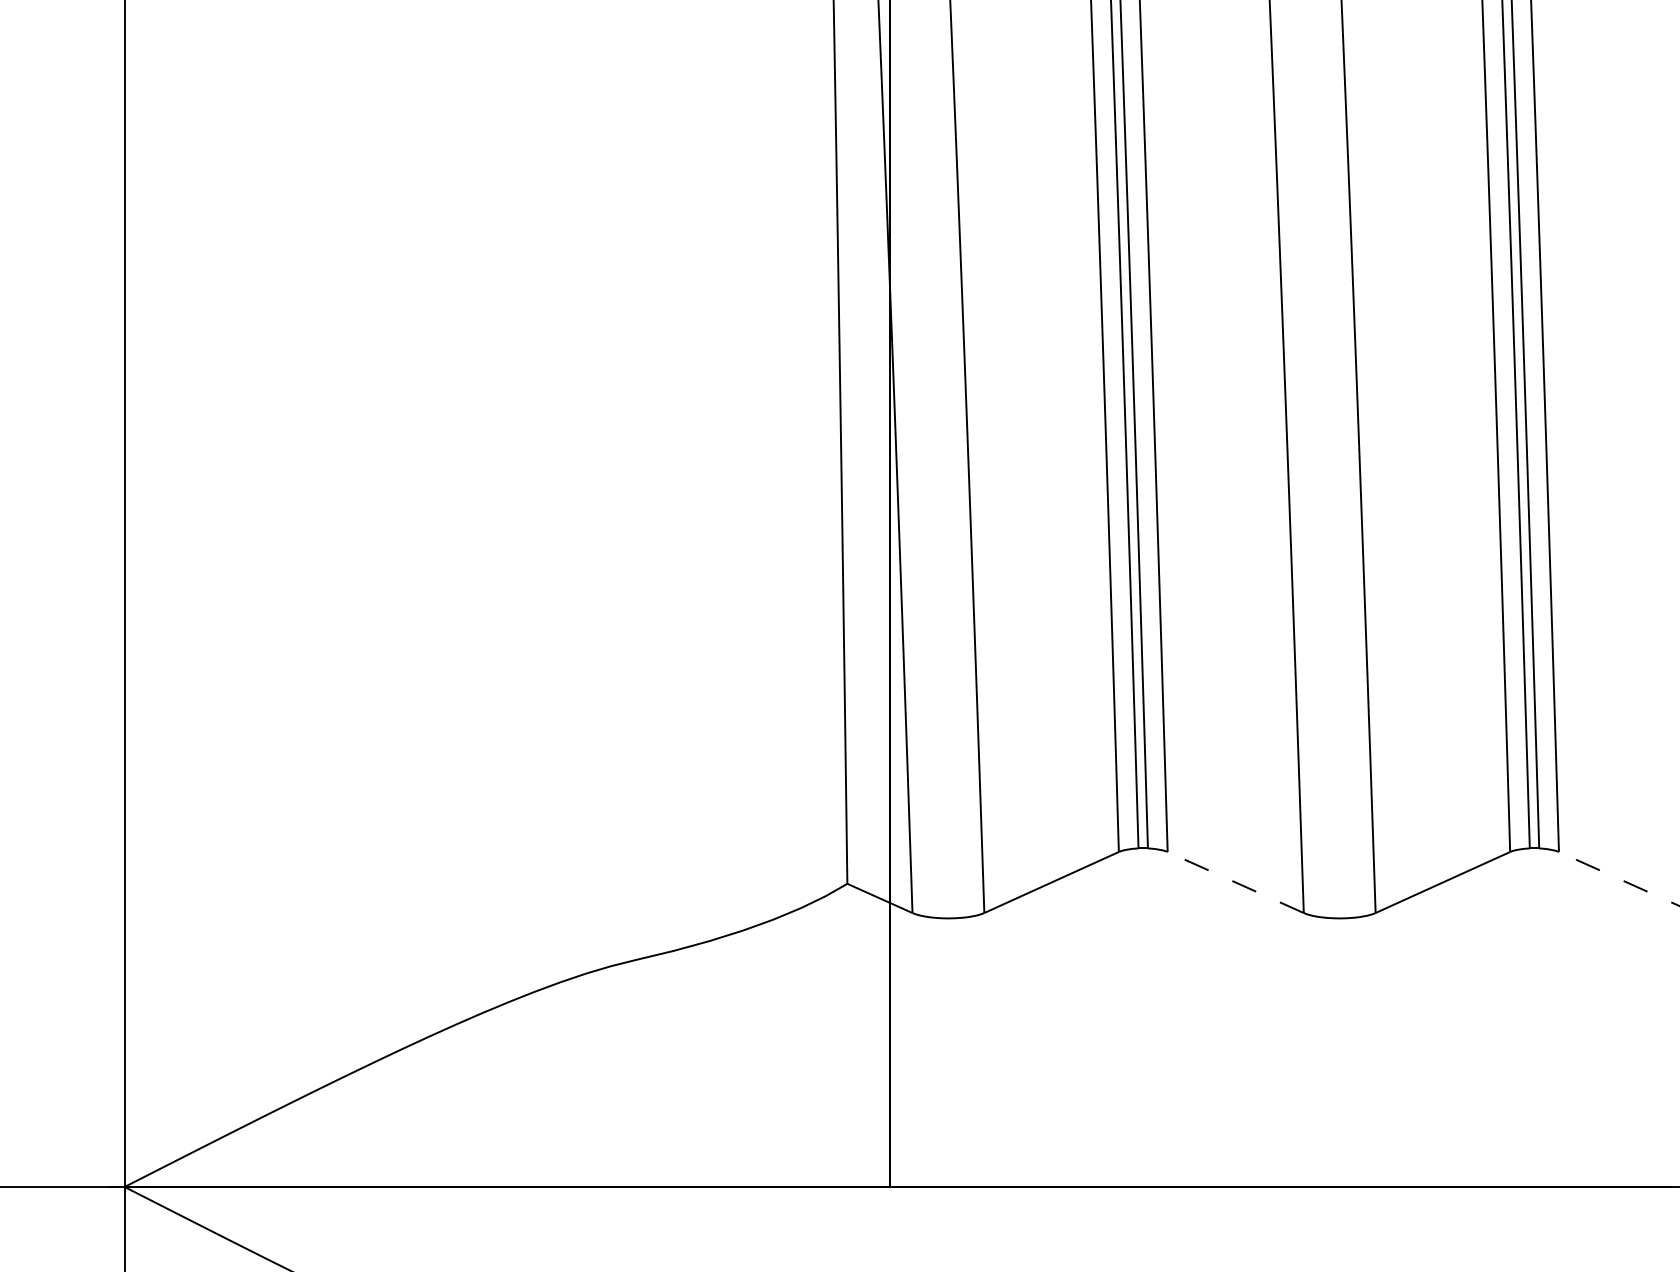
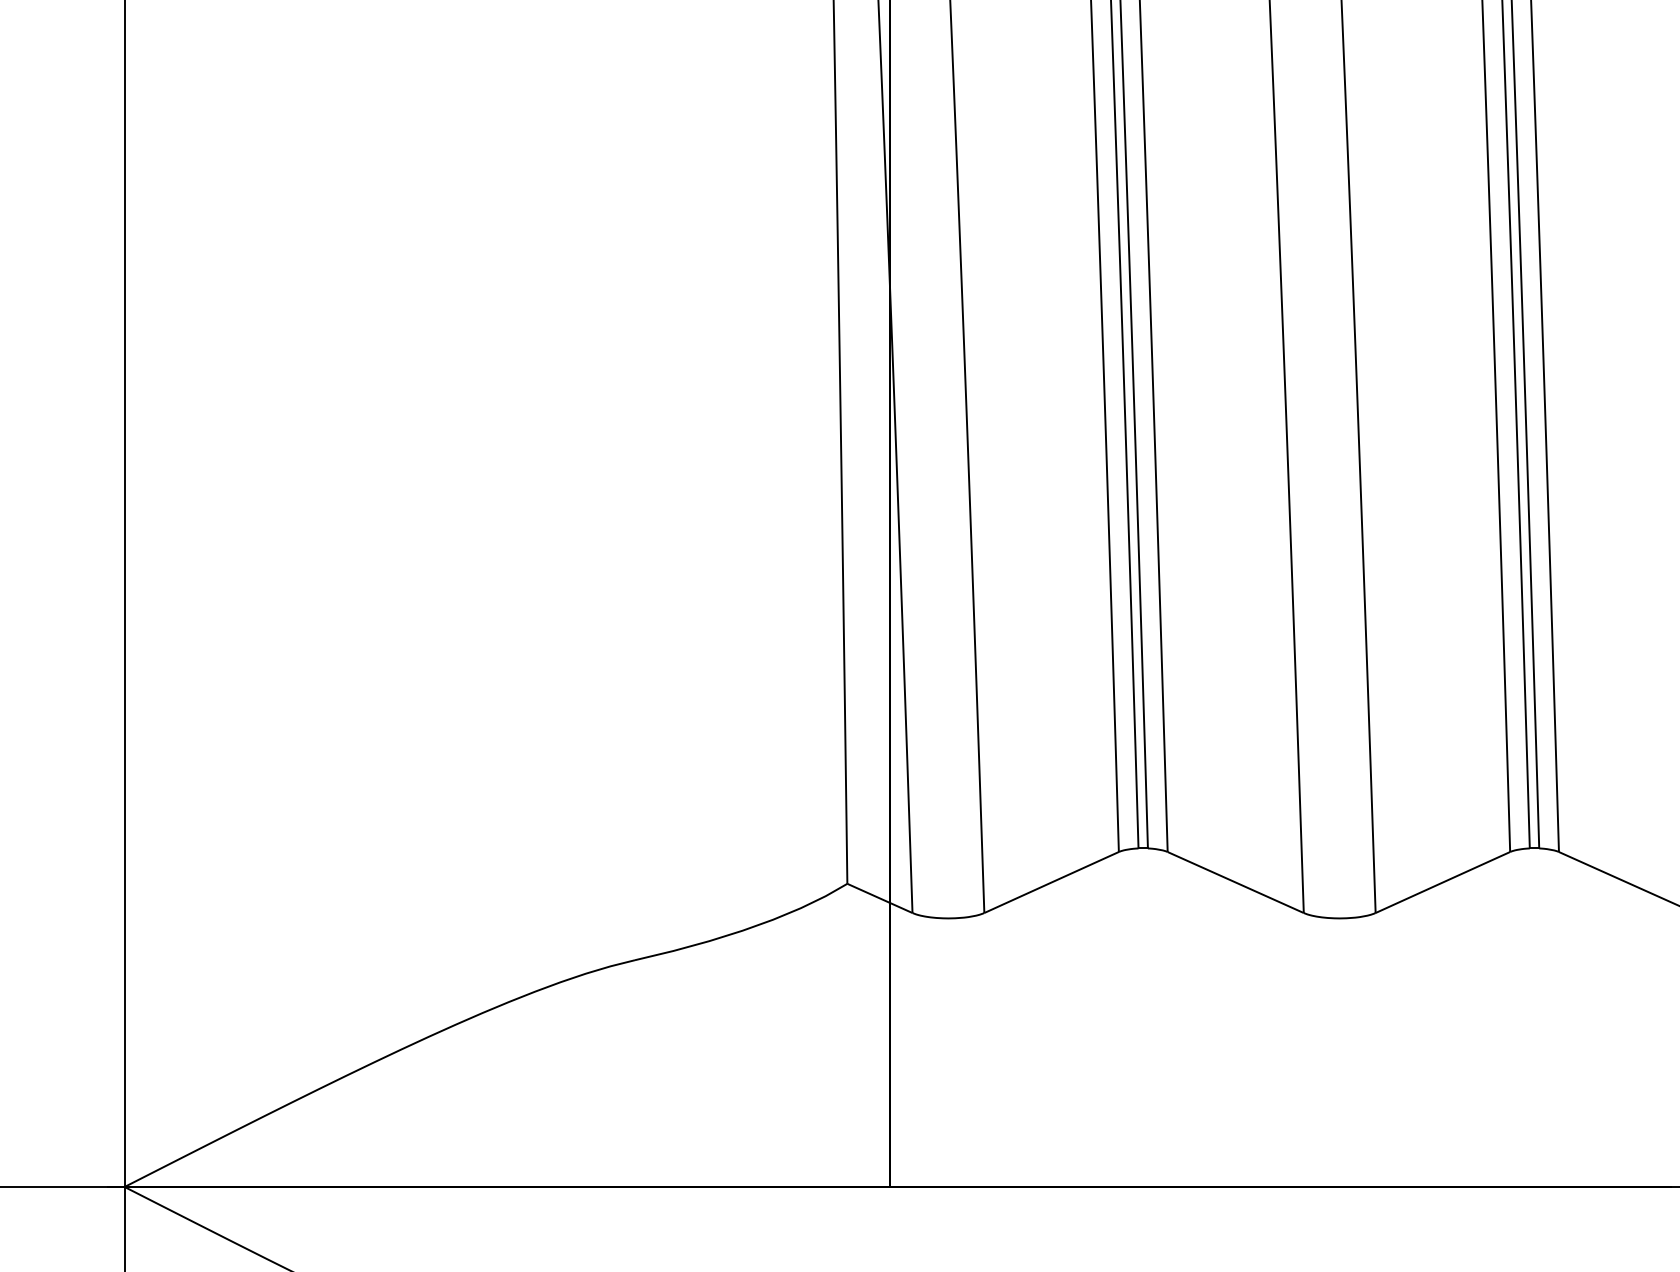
line at (1620, 879): dashed -> solid
line at (1235, 882): dashed -> solid
